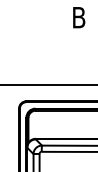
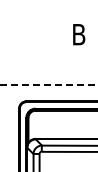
text at (79, 17) position: (79, 17) -> (79, 34)
line at (49, 84): solid -> dashed
